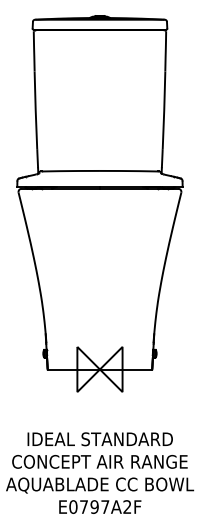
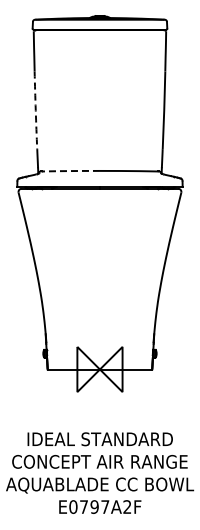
arc at (35, 110): solid -> dashed
line at (70, 171): solid -> dashed
